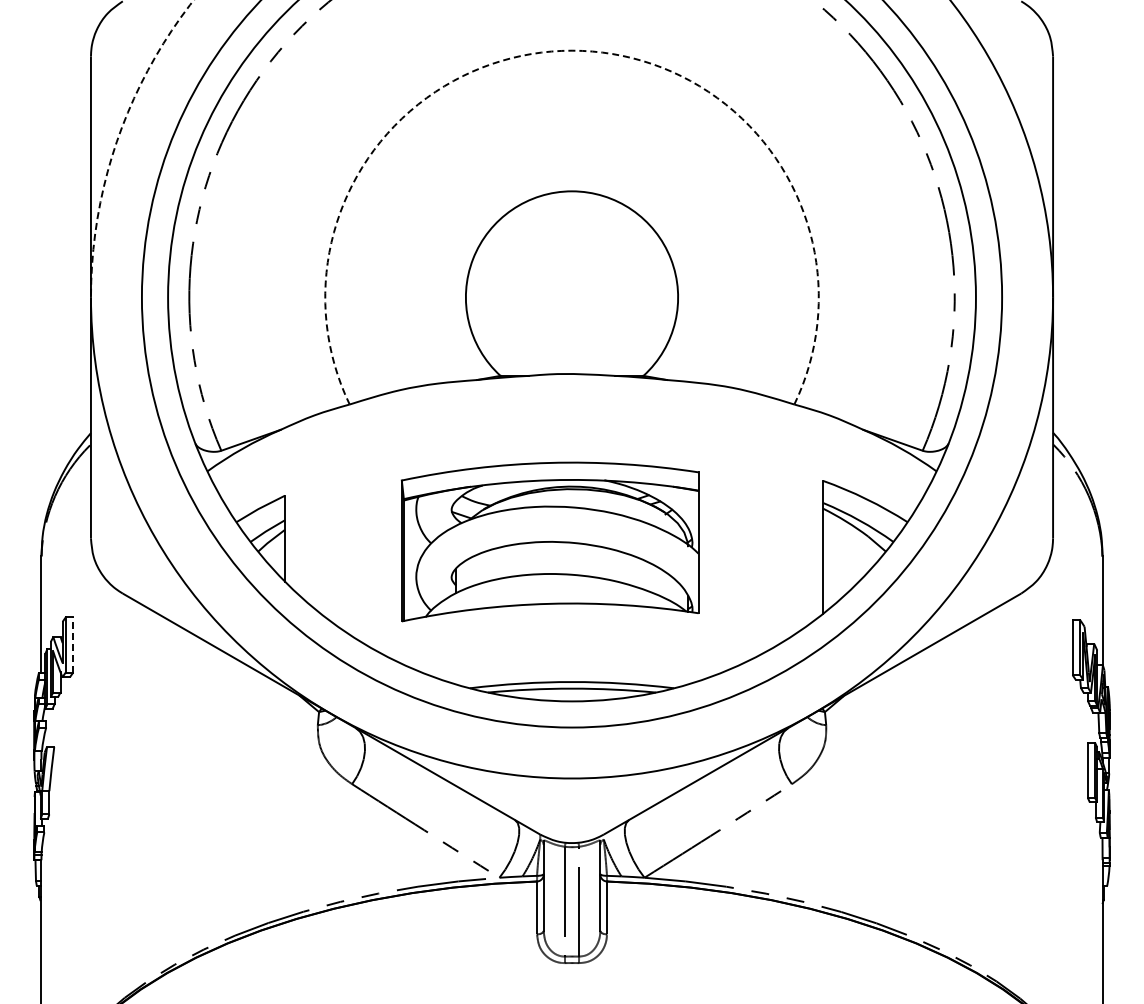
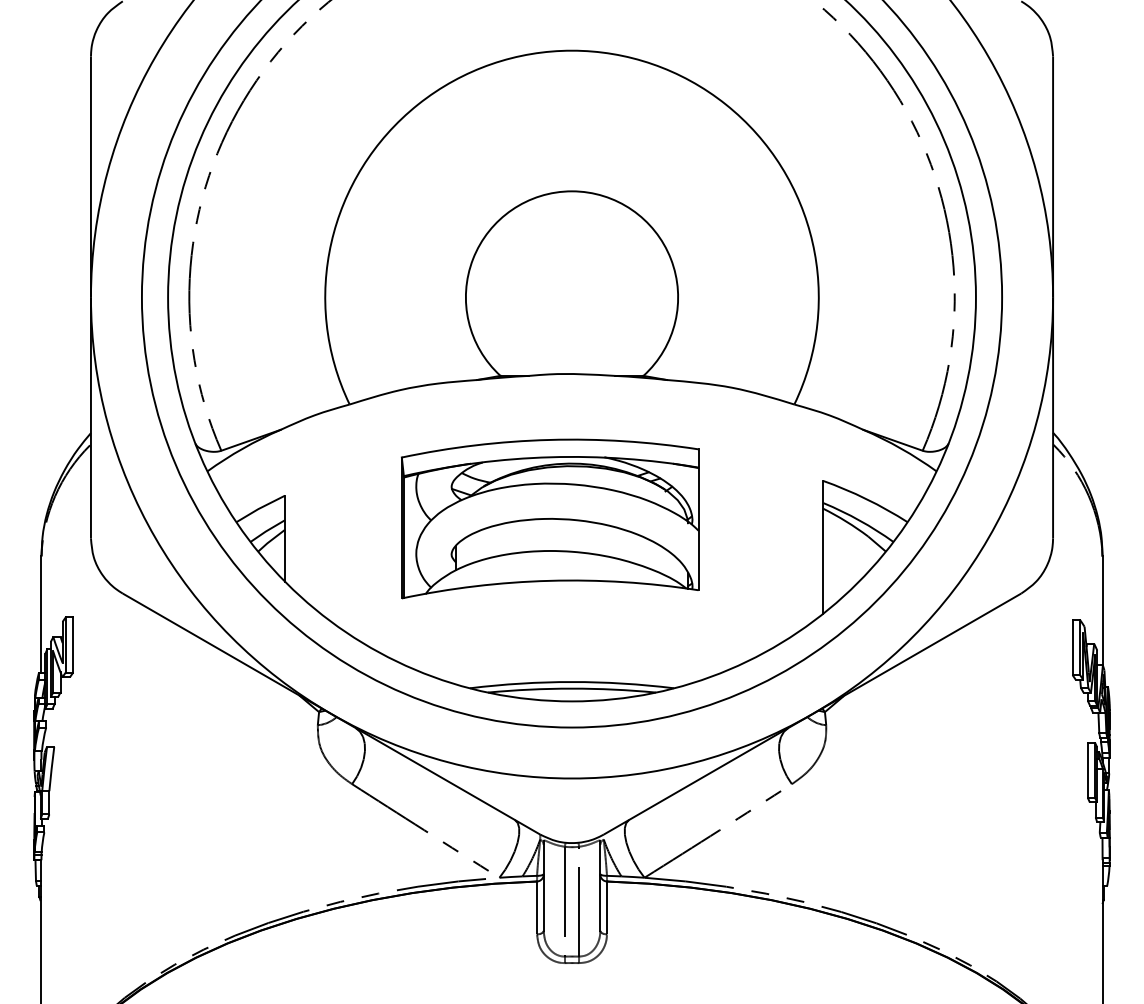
arc at (572, 50): dashed -> solid
arc at (117, 140): dashed -> solid
part at (549, 541) position: (549, 541) -> (549, 518)
line at (73, 644): dashed -> solid
